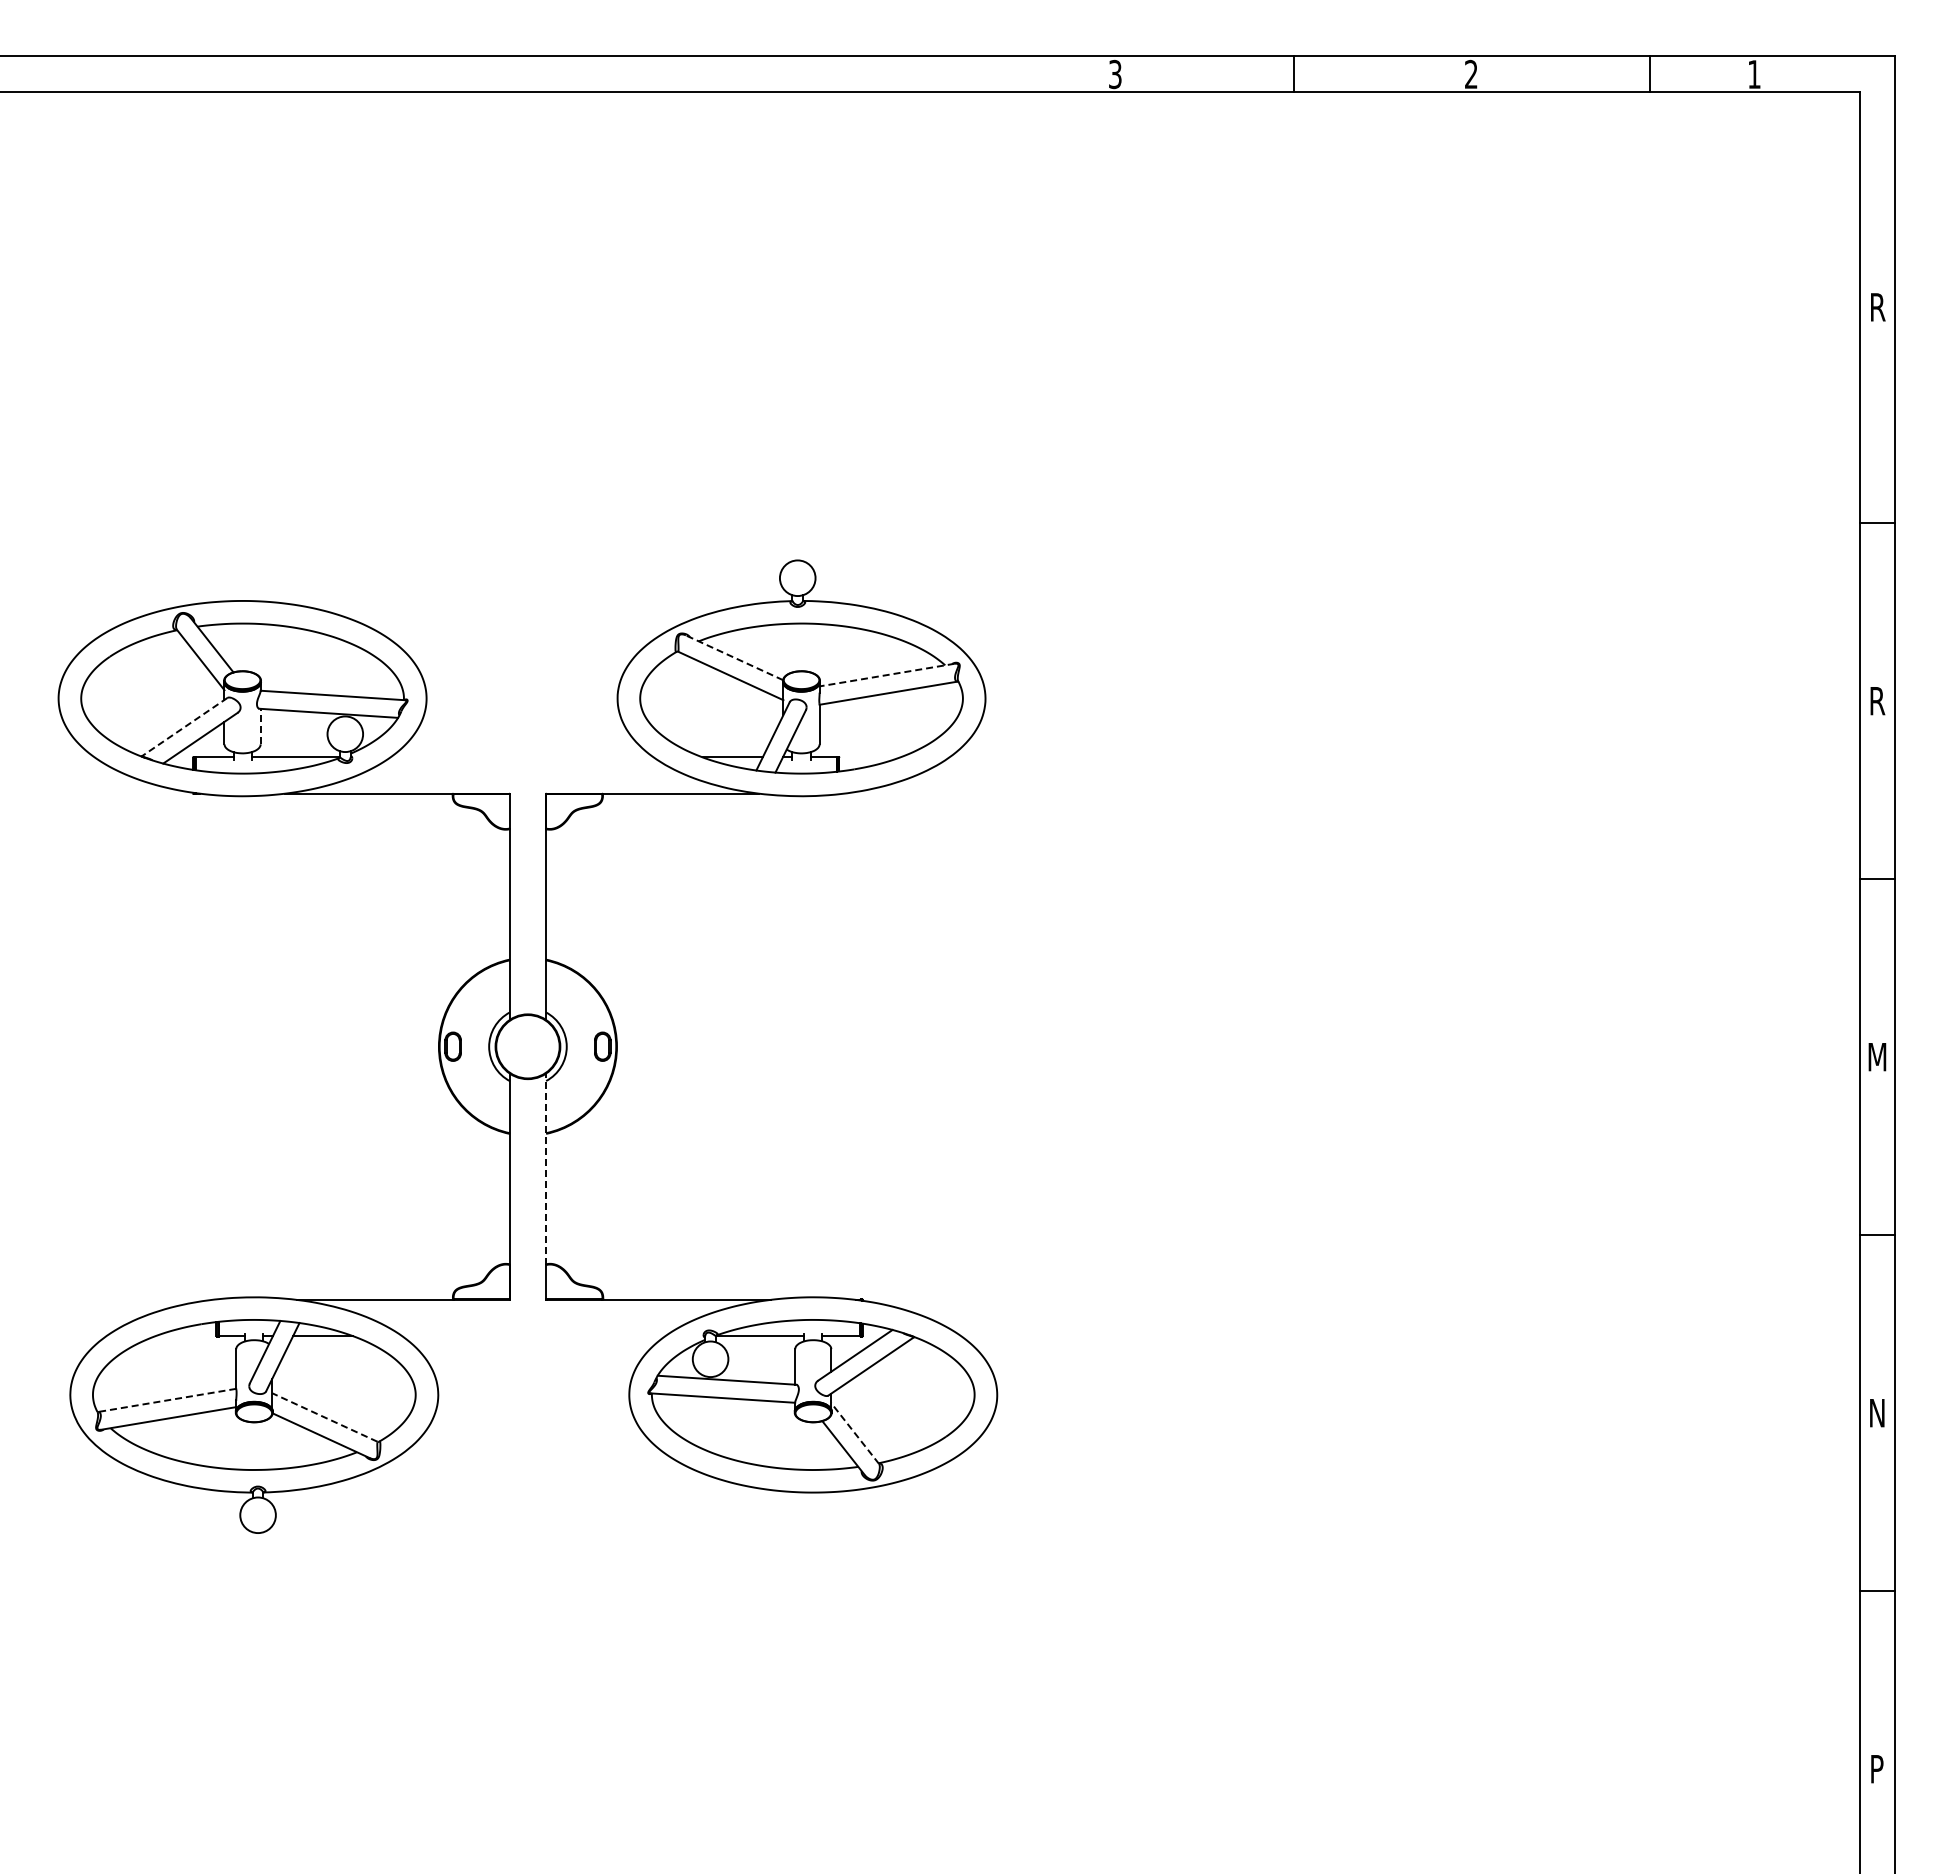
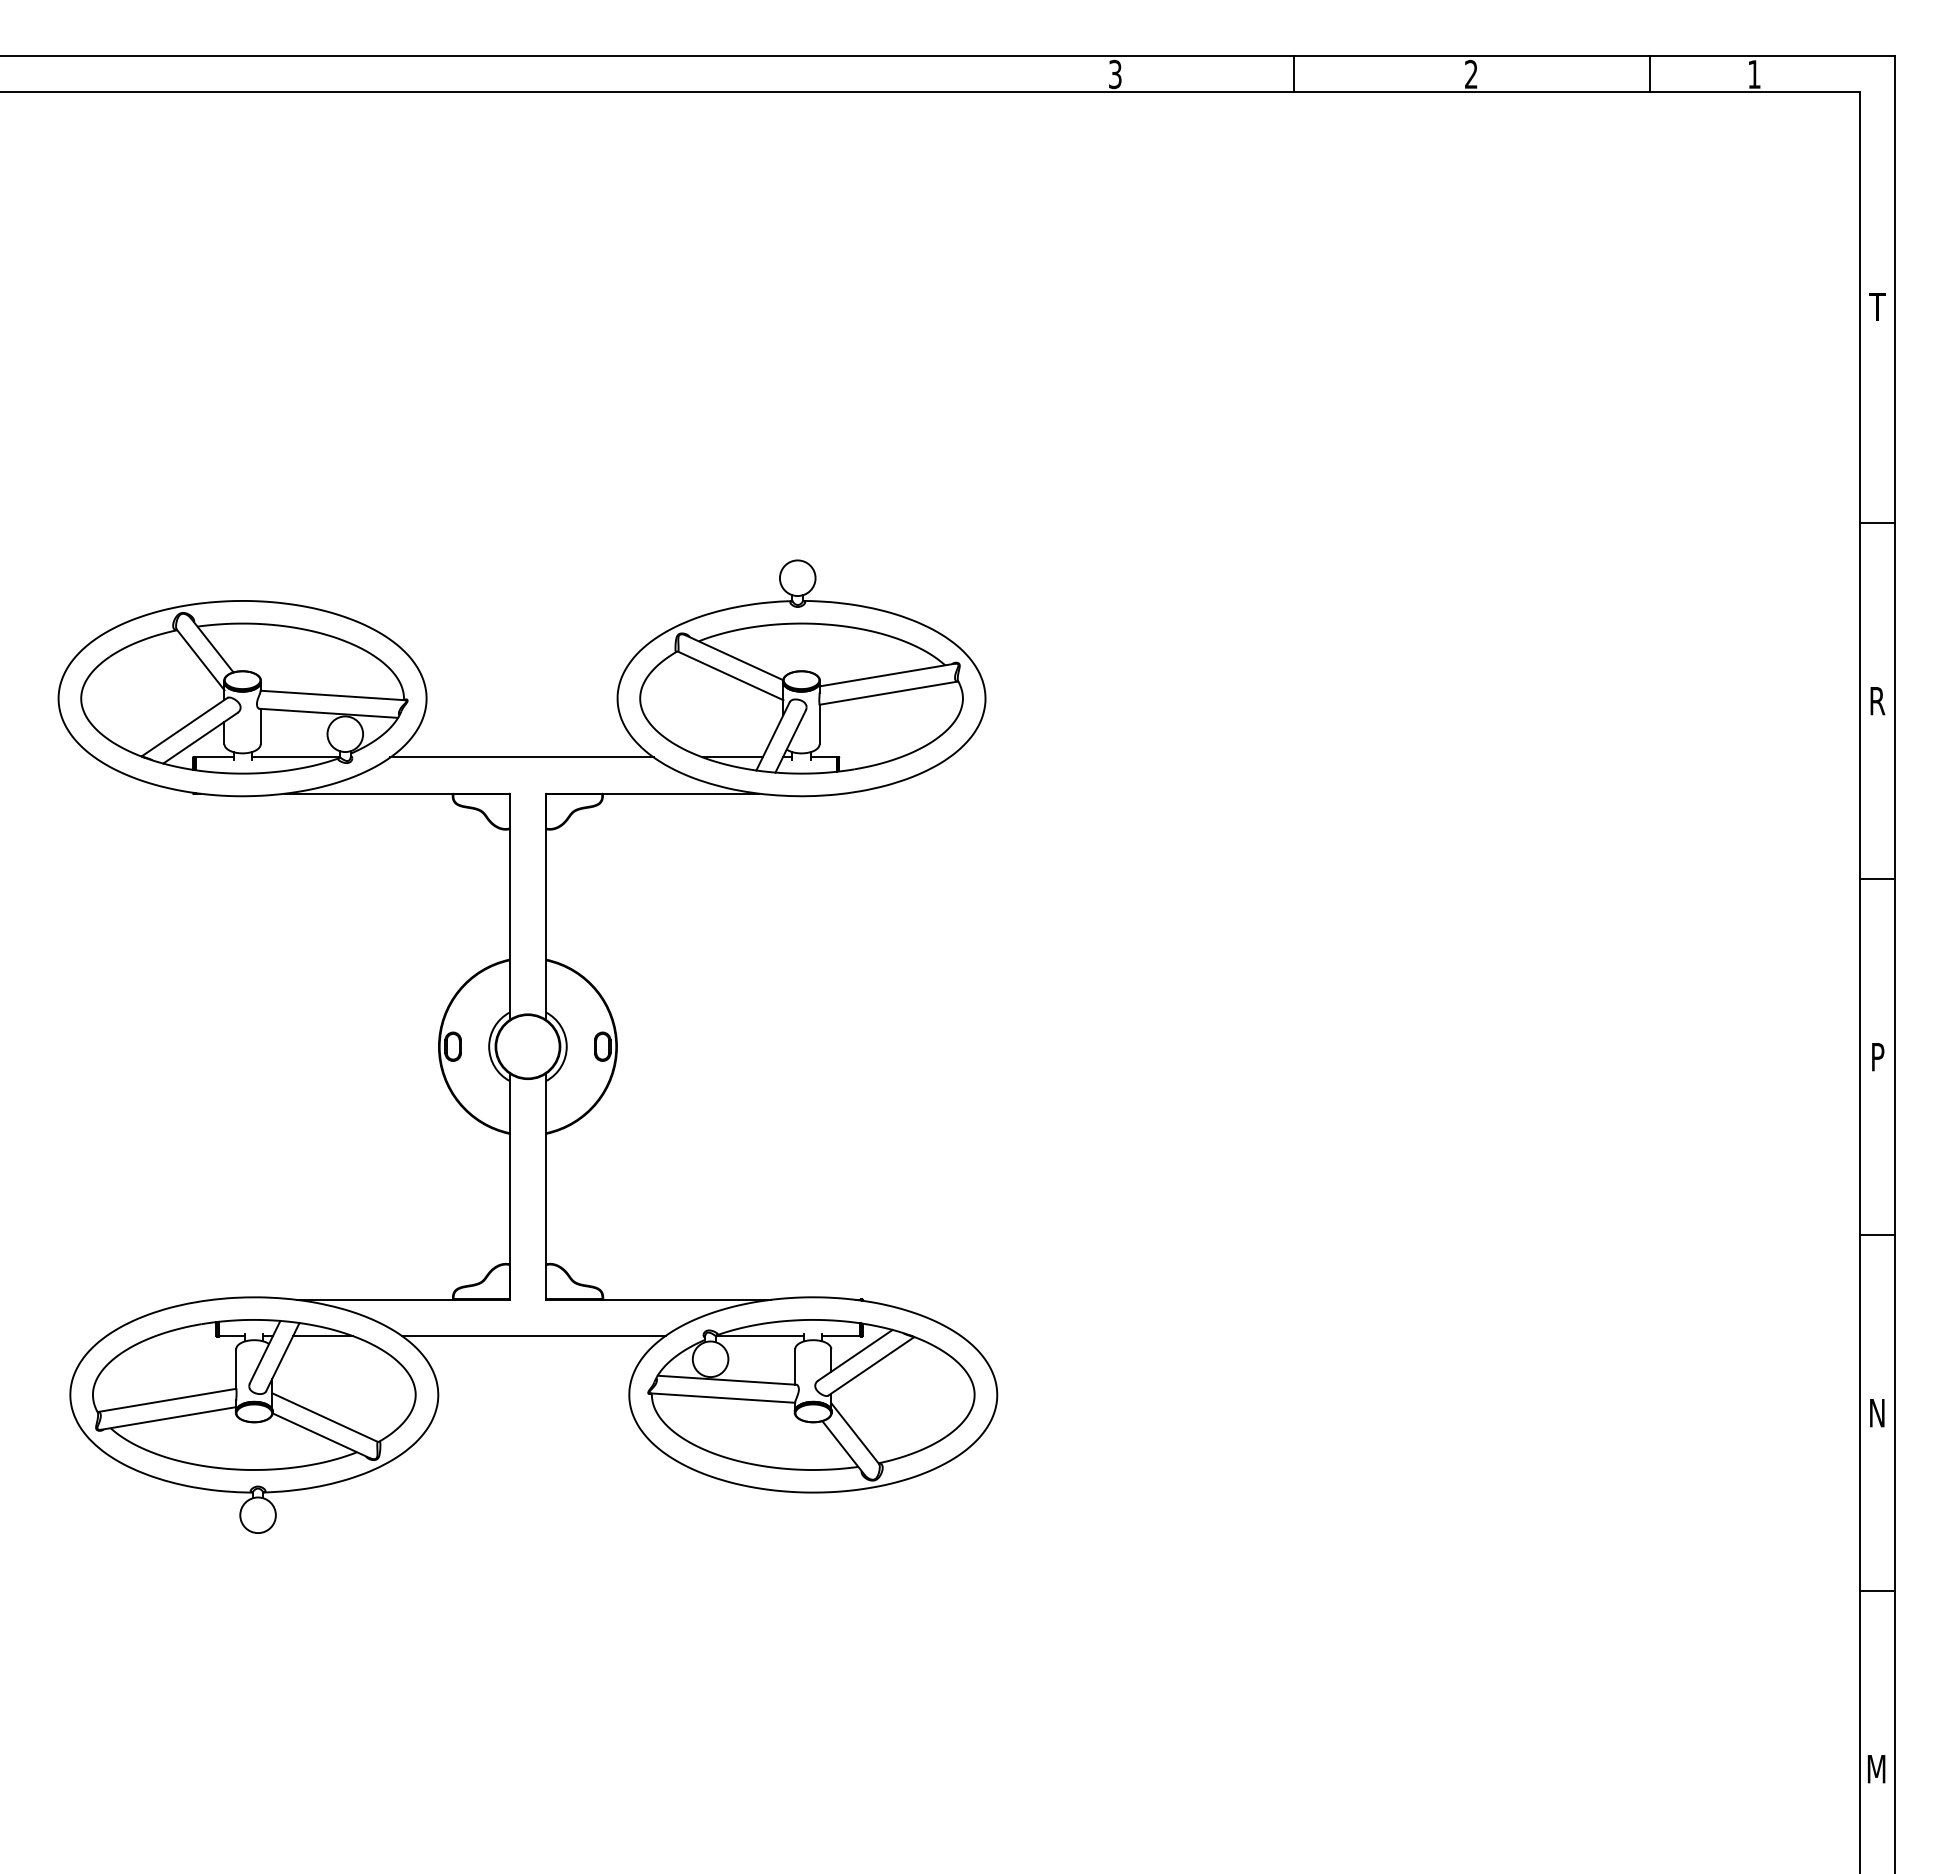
text at (1877, 307): R -> T
line at (734, 657): dashed -> solid
line at (886, 675): dashed -> solid
line at (260, 726): dashed -> solid
line at (184, 727): dashed -> solid
line at (521, 757): none -> present
text at (1877, 1057): M -> P
line at (546, 1169): dashed -> solid
line at (533, 1336): none -> present
line at (167, 1400): dashed -> solid
line at (324, 1417): dashed -> solid
line at (855, 1433): dashed -> solid
text at (1876, 1769): P -> M
